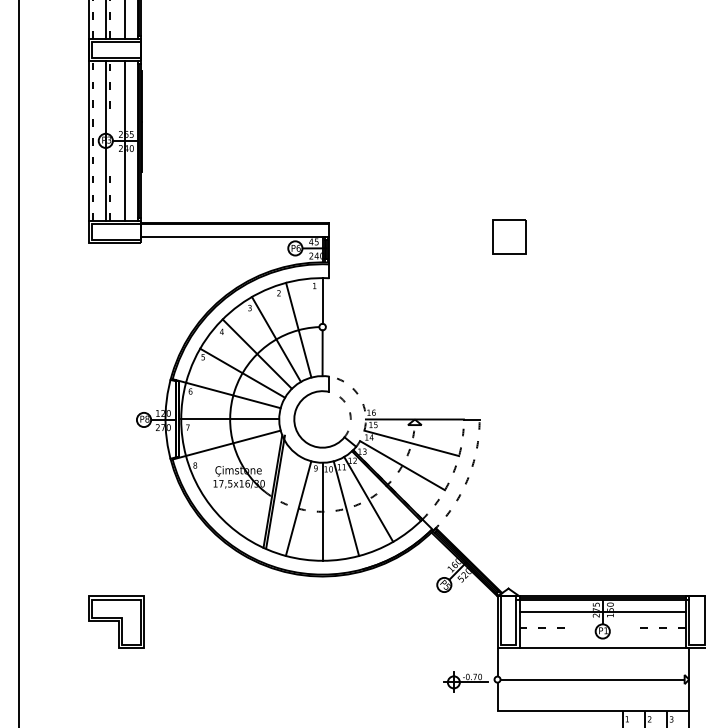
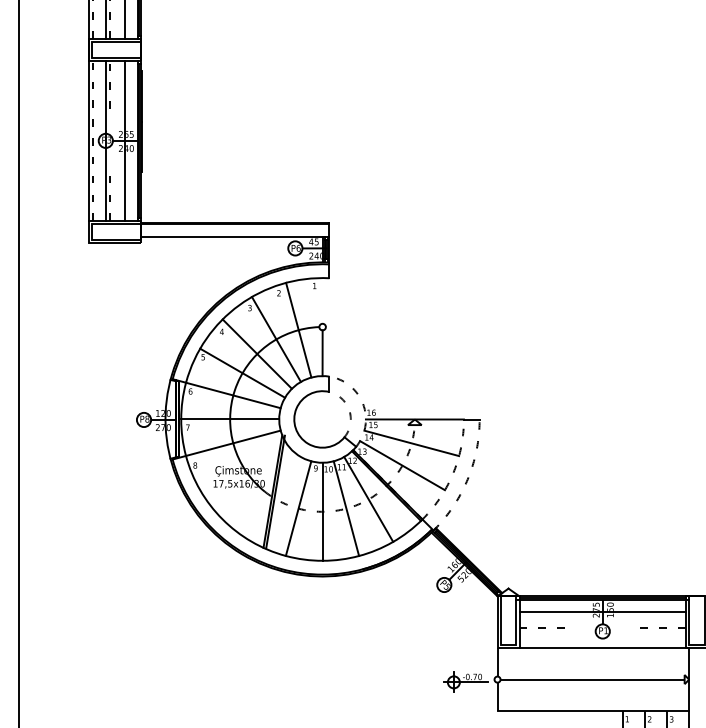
part at (509, 236): present -> none
line at (322, 300): present -> none
part at (116, 621): present -> none
